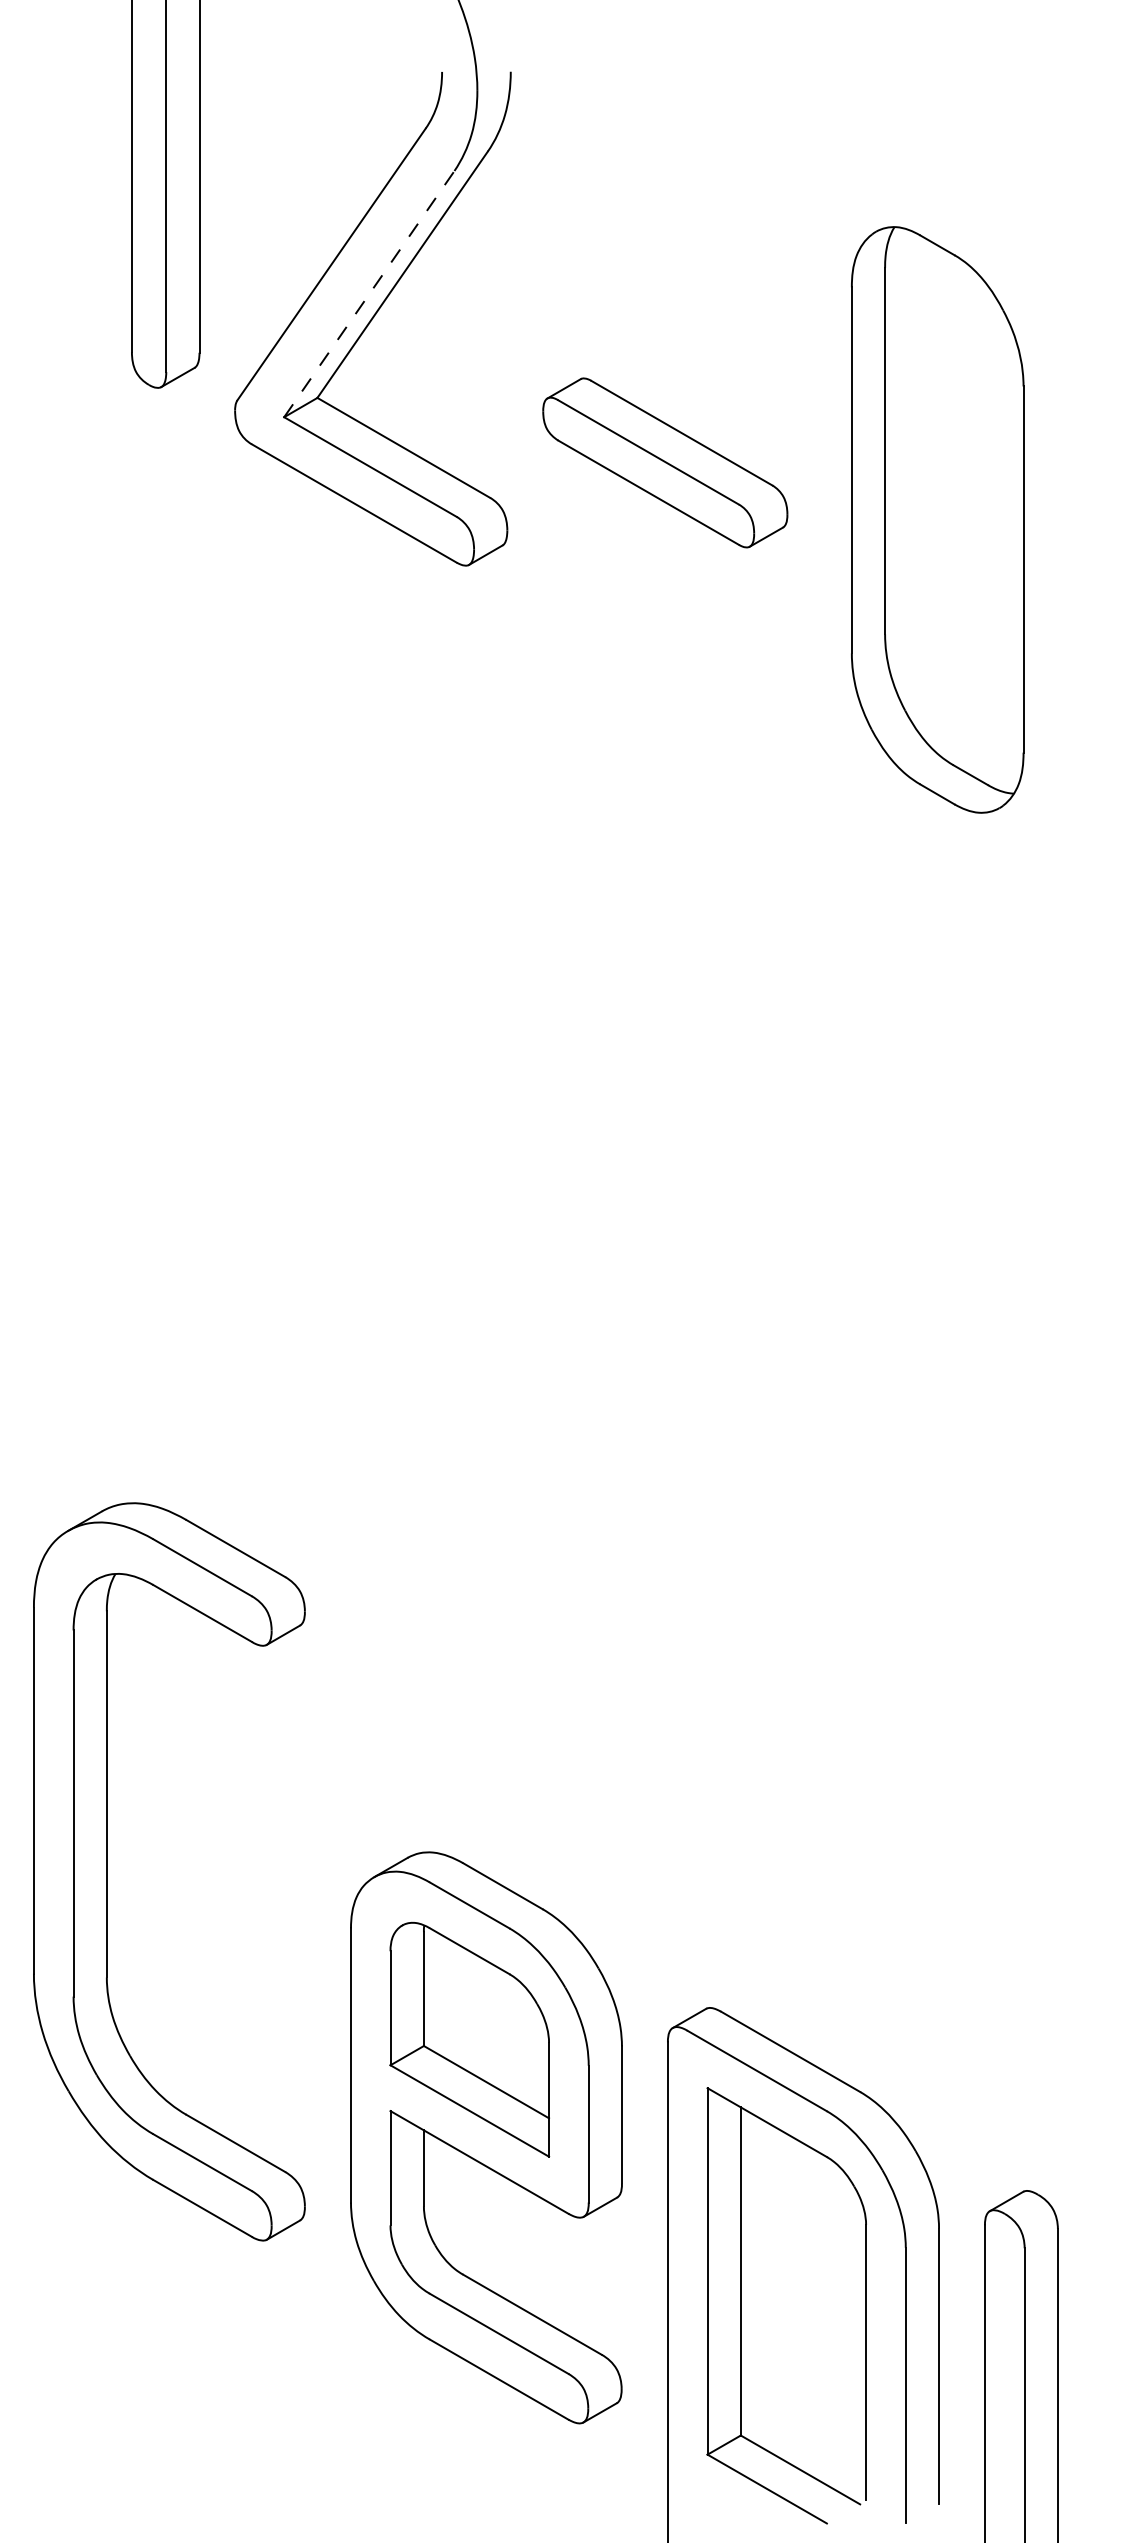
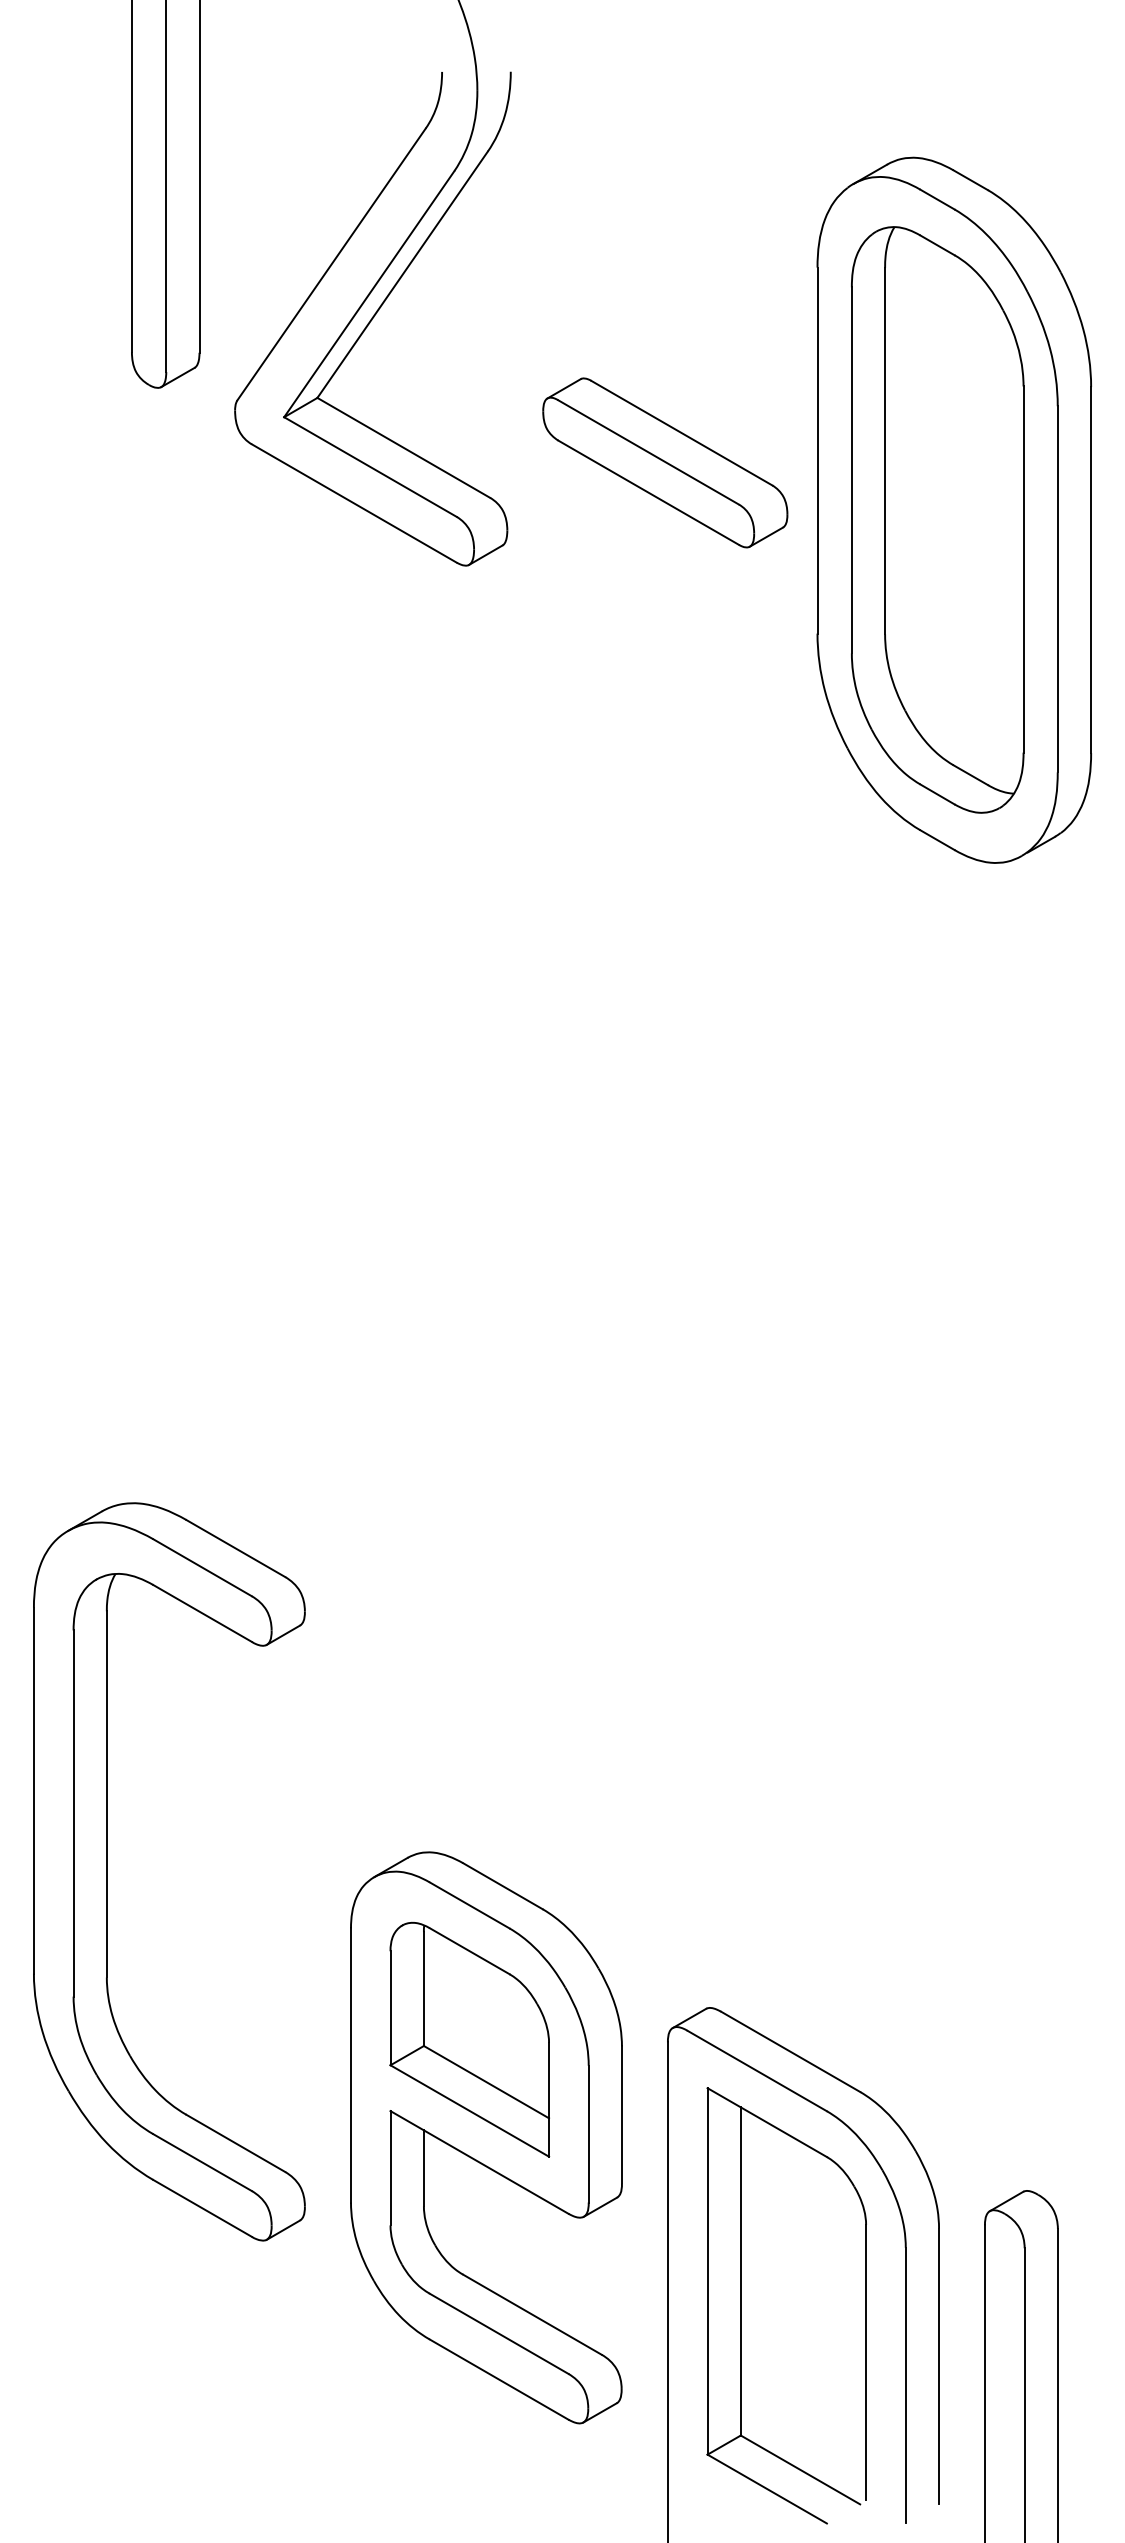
line at (369, 294): dashed -> solid
part at (953, 509): none -> present
